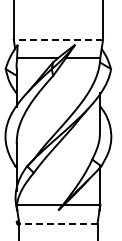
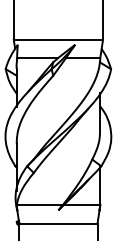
line at (58, 39): dashed -> solid
line at (57, 223): dashed -> solid
